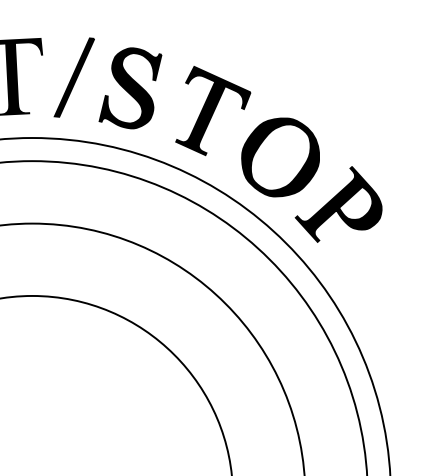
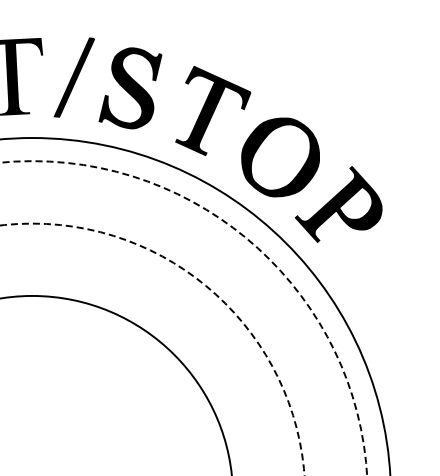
circle at (183, 318): solid -> dashed
circle at (152, 349): solid -> dashed
